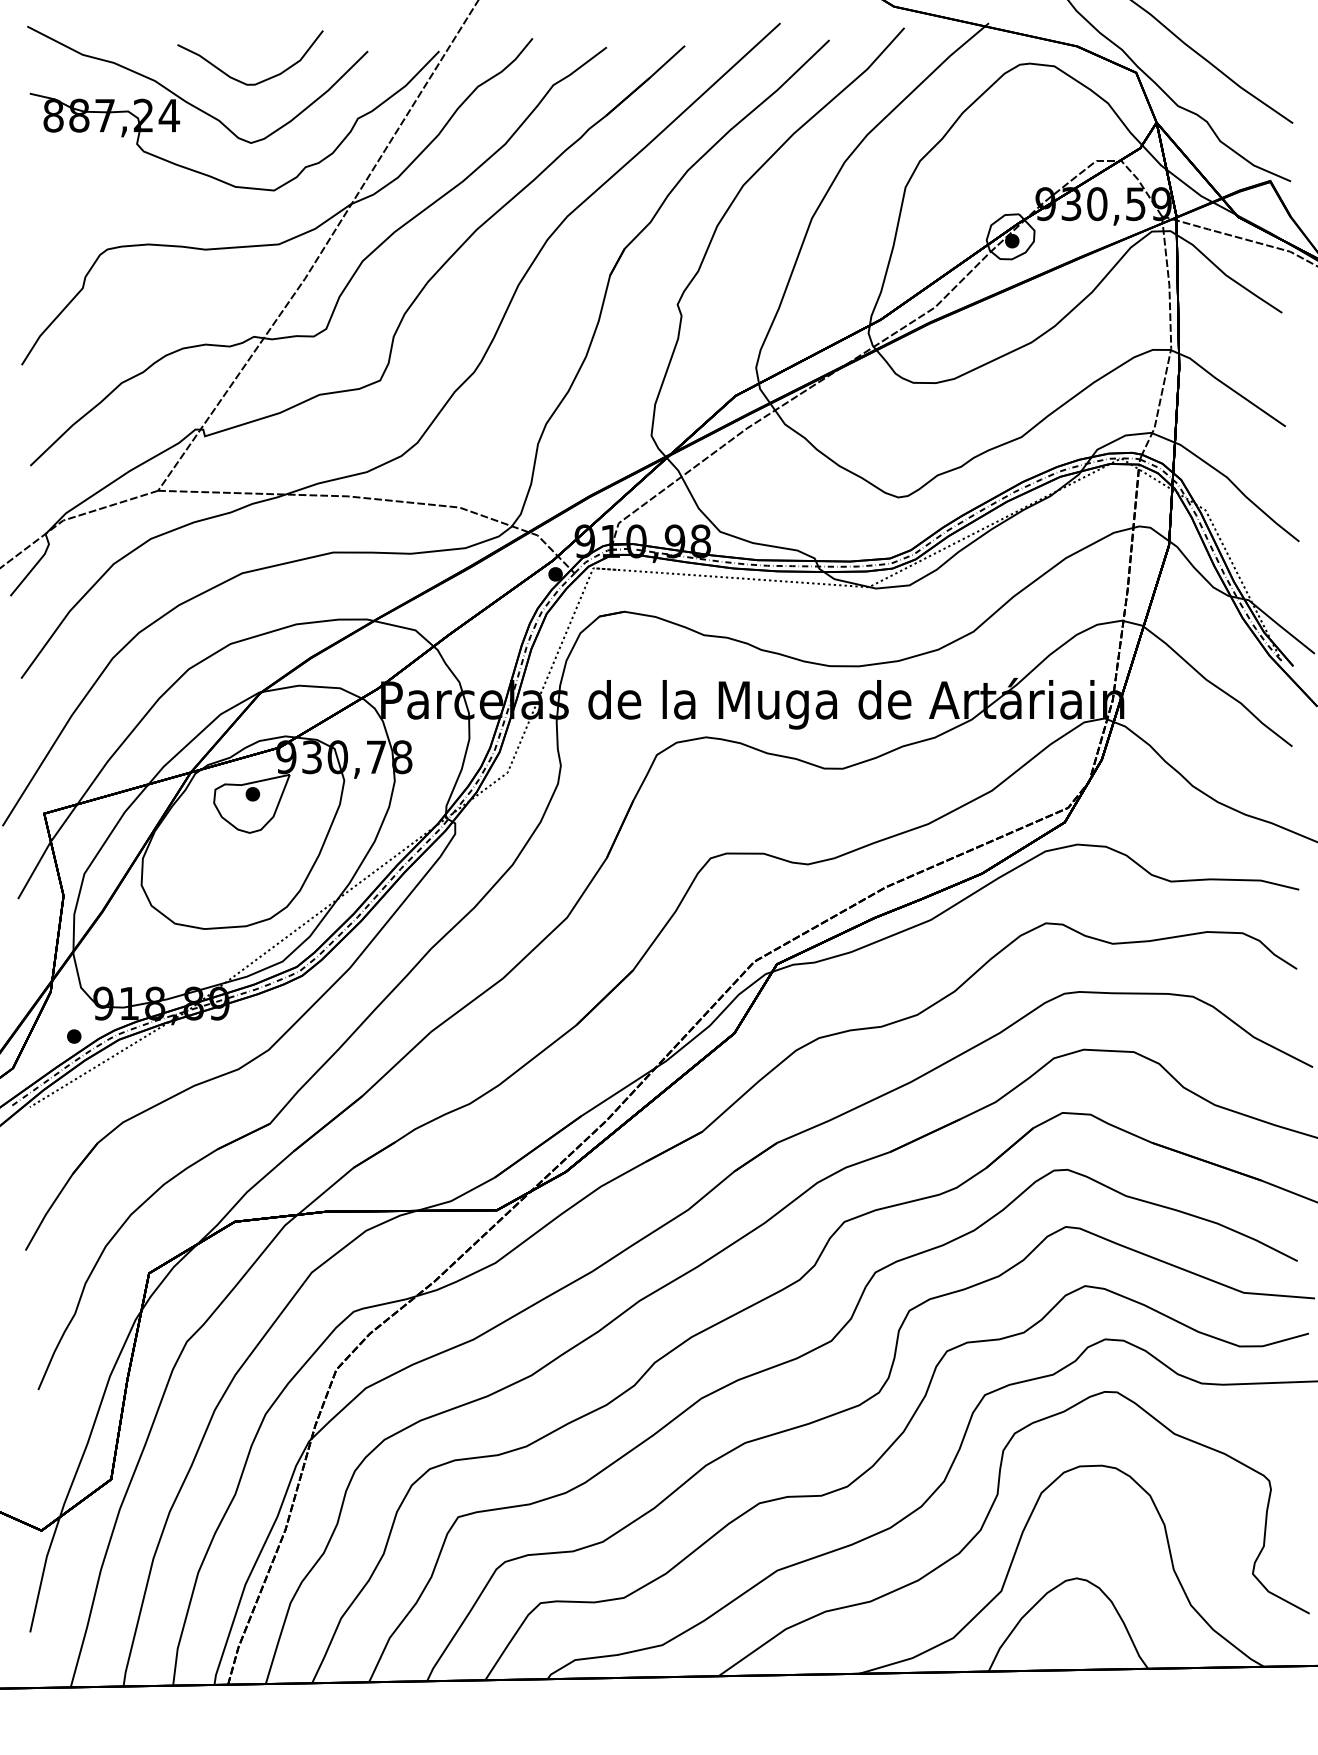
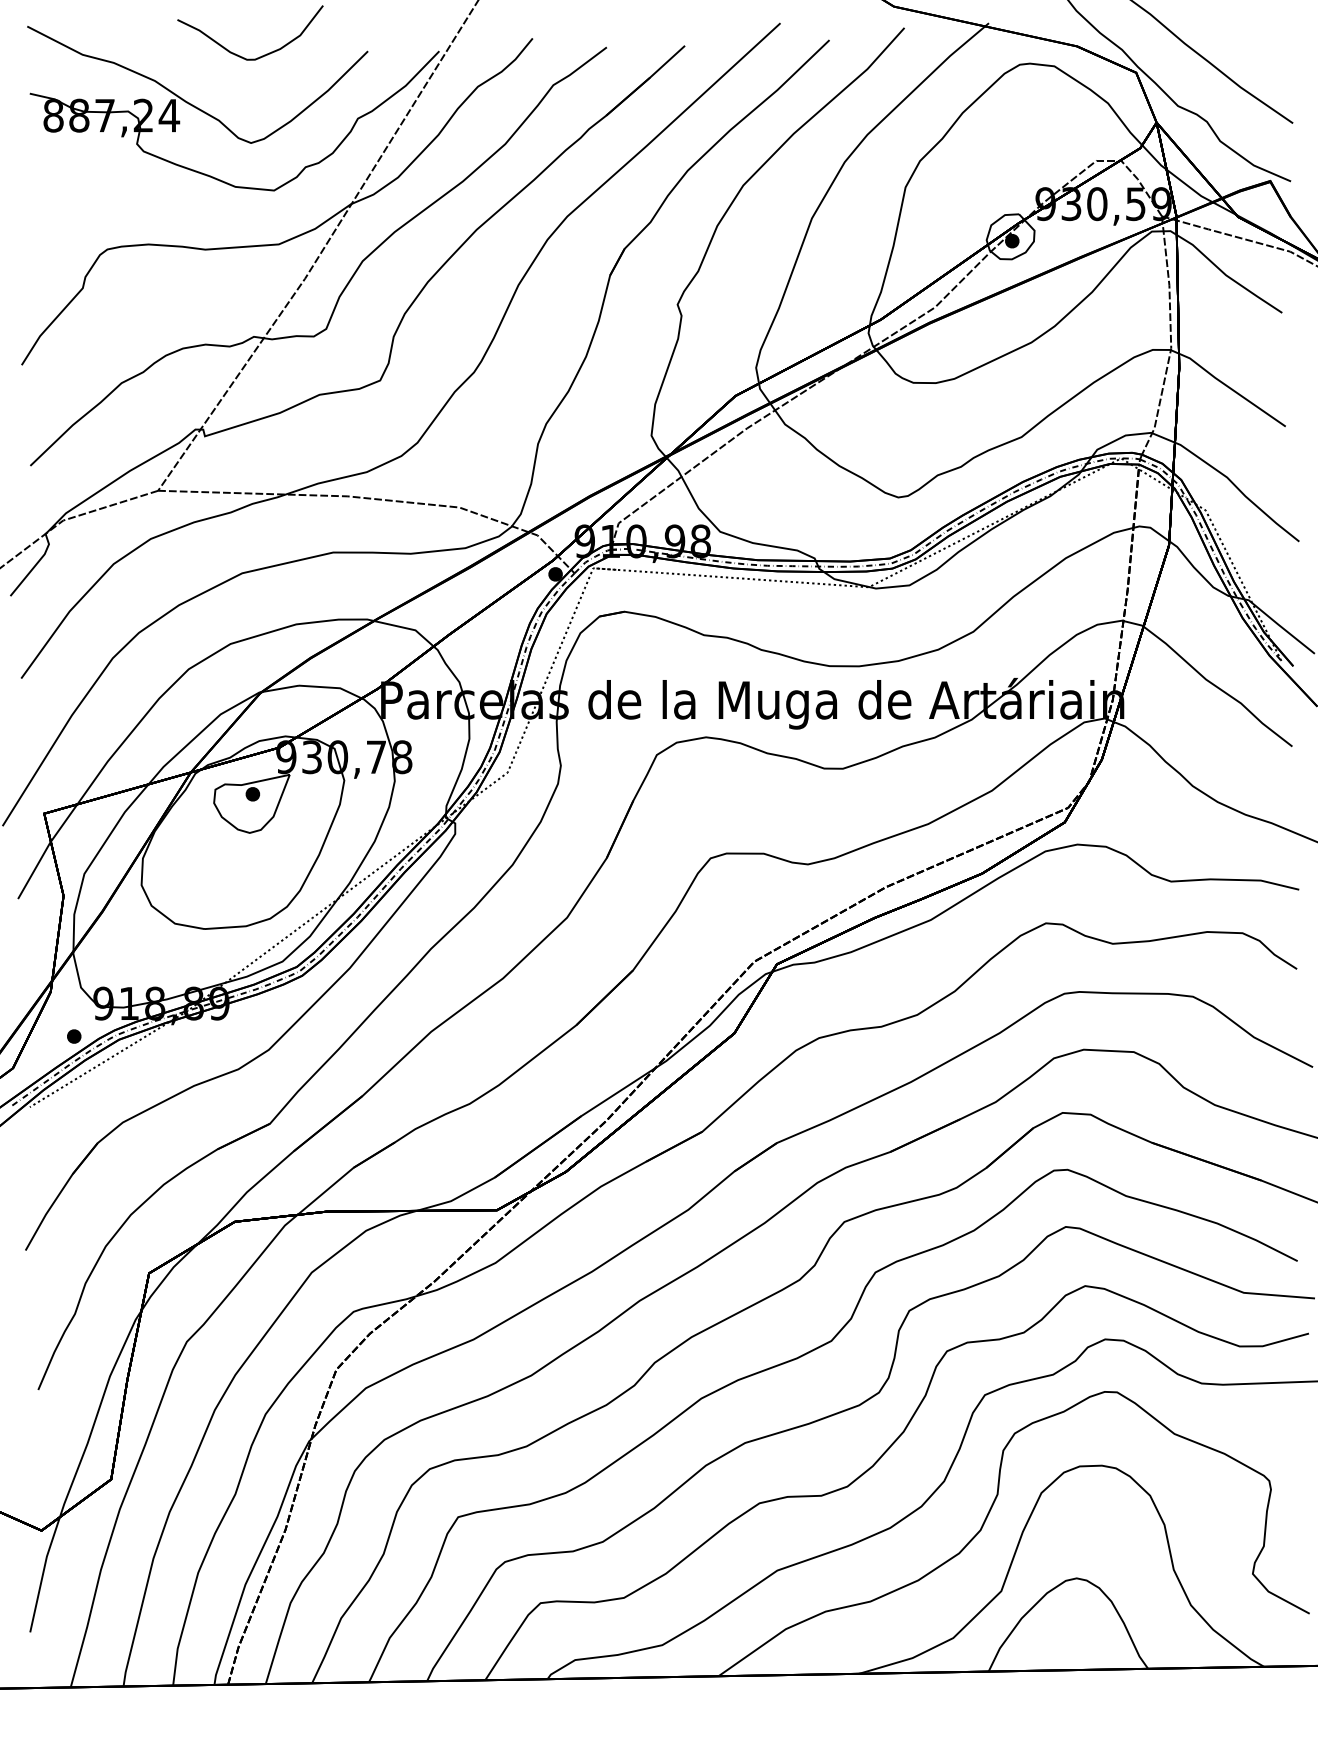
curve at (240, 80) position: (240, 80) -> (240, 55)
